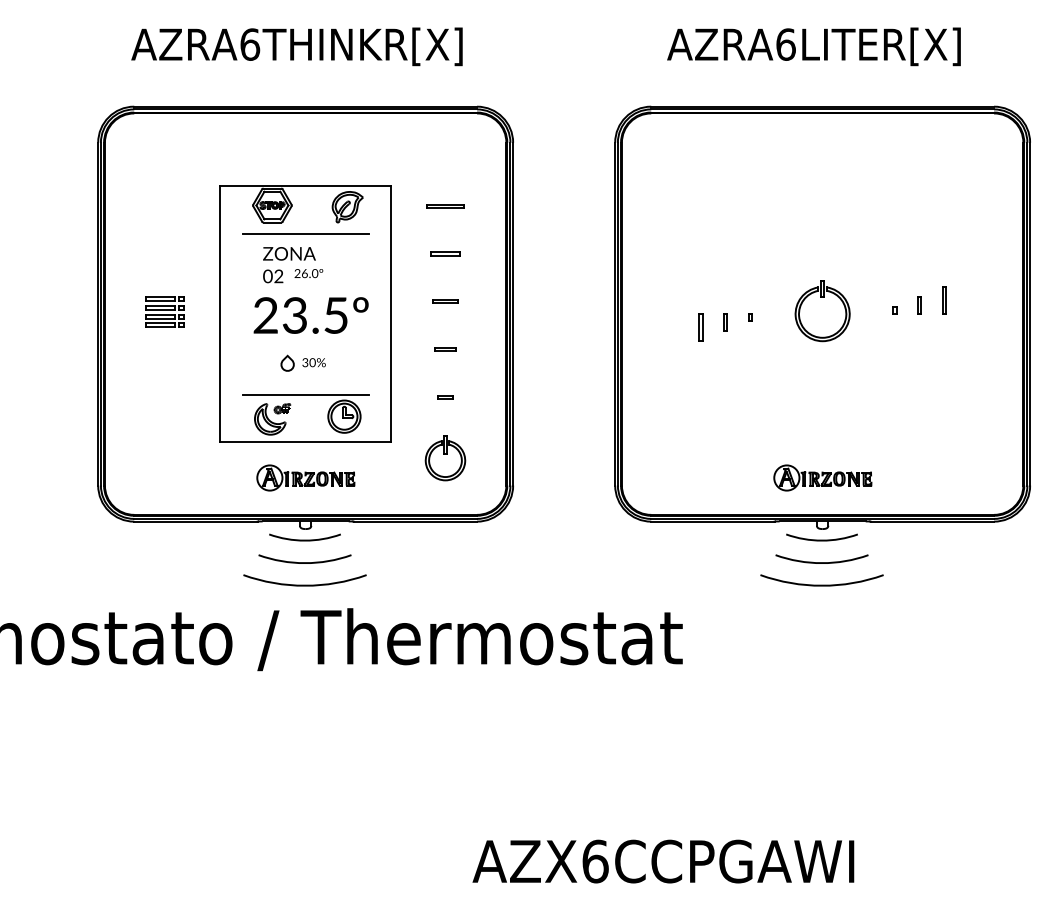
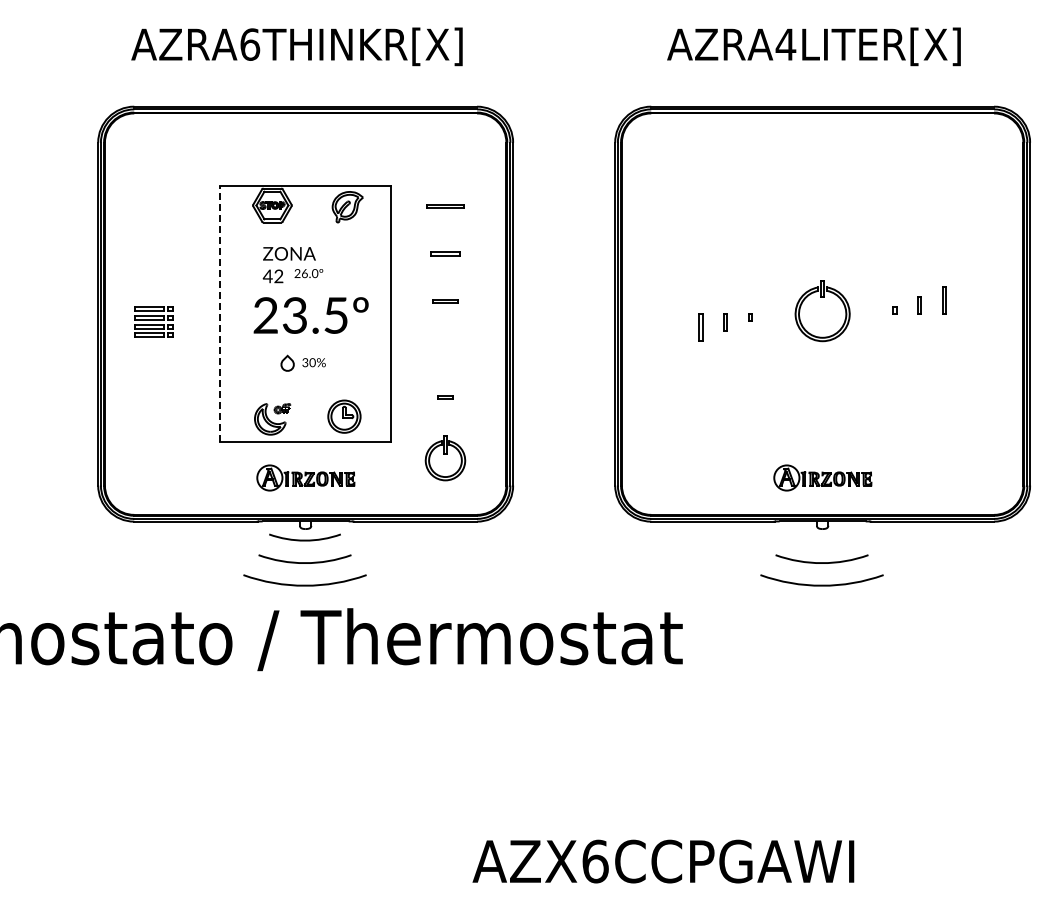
text at (785, 44): AZRA6LITER[X] -> AZRA4LITER[X]
line at (305, 233): present -> none
text at (267, 276): 02 -> 42
part at (164, 311) position: (164, 311) -> (153, 321)
line at (220, 313): solid -> dashed
line at (445, 348): present -> none
line at (305, 394): present -> none
arc at (821, 539): present -> none
